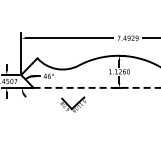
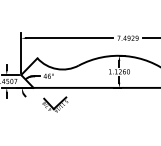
line at (97, 87): dashed -> solid
part at (73, 104) position: (73, 104) -> (55, 104)
